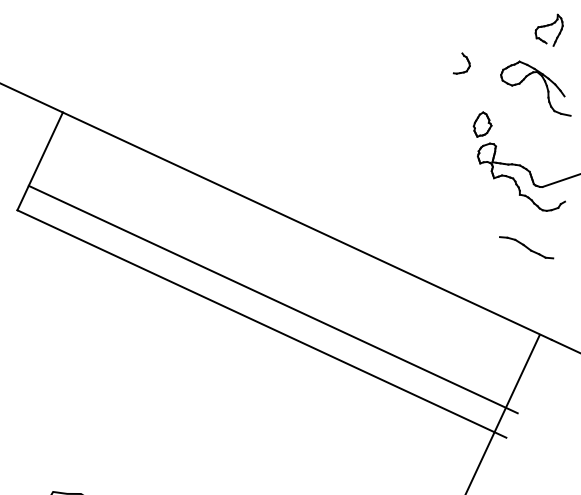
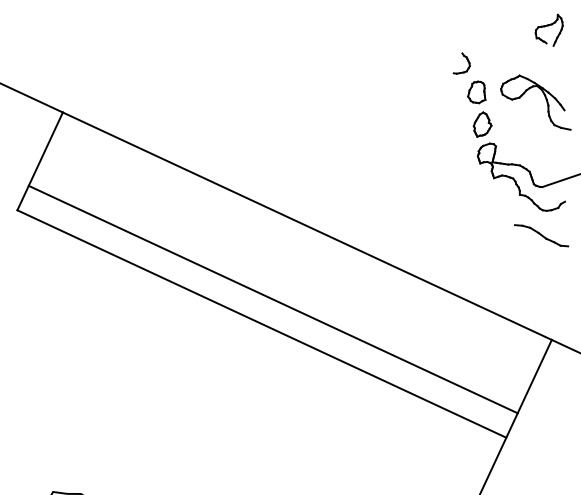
part at (544, 83) position: (544, 83) -> (544, 97)
part at (476, 92): none -> present
part at (526, 247) position: (526, 247) -> (541, 235)
line at (502, 412) position: (502, 412) -> (516, 415)
